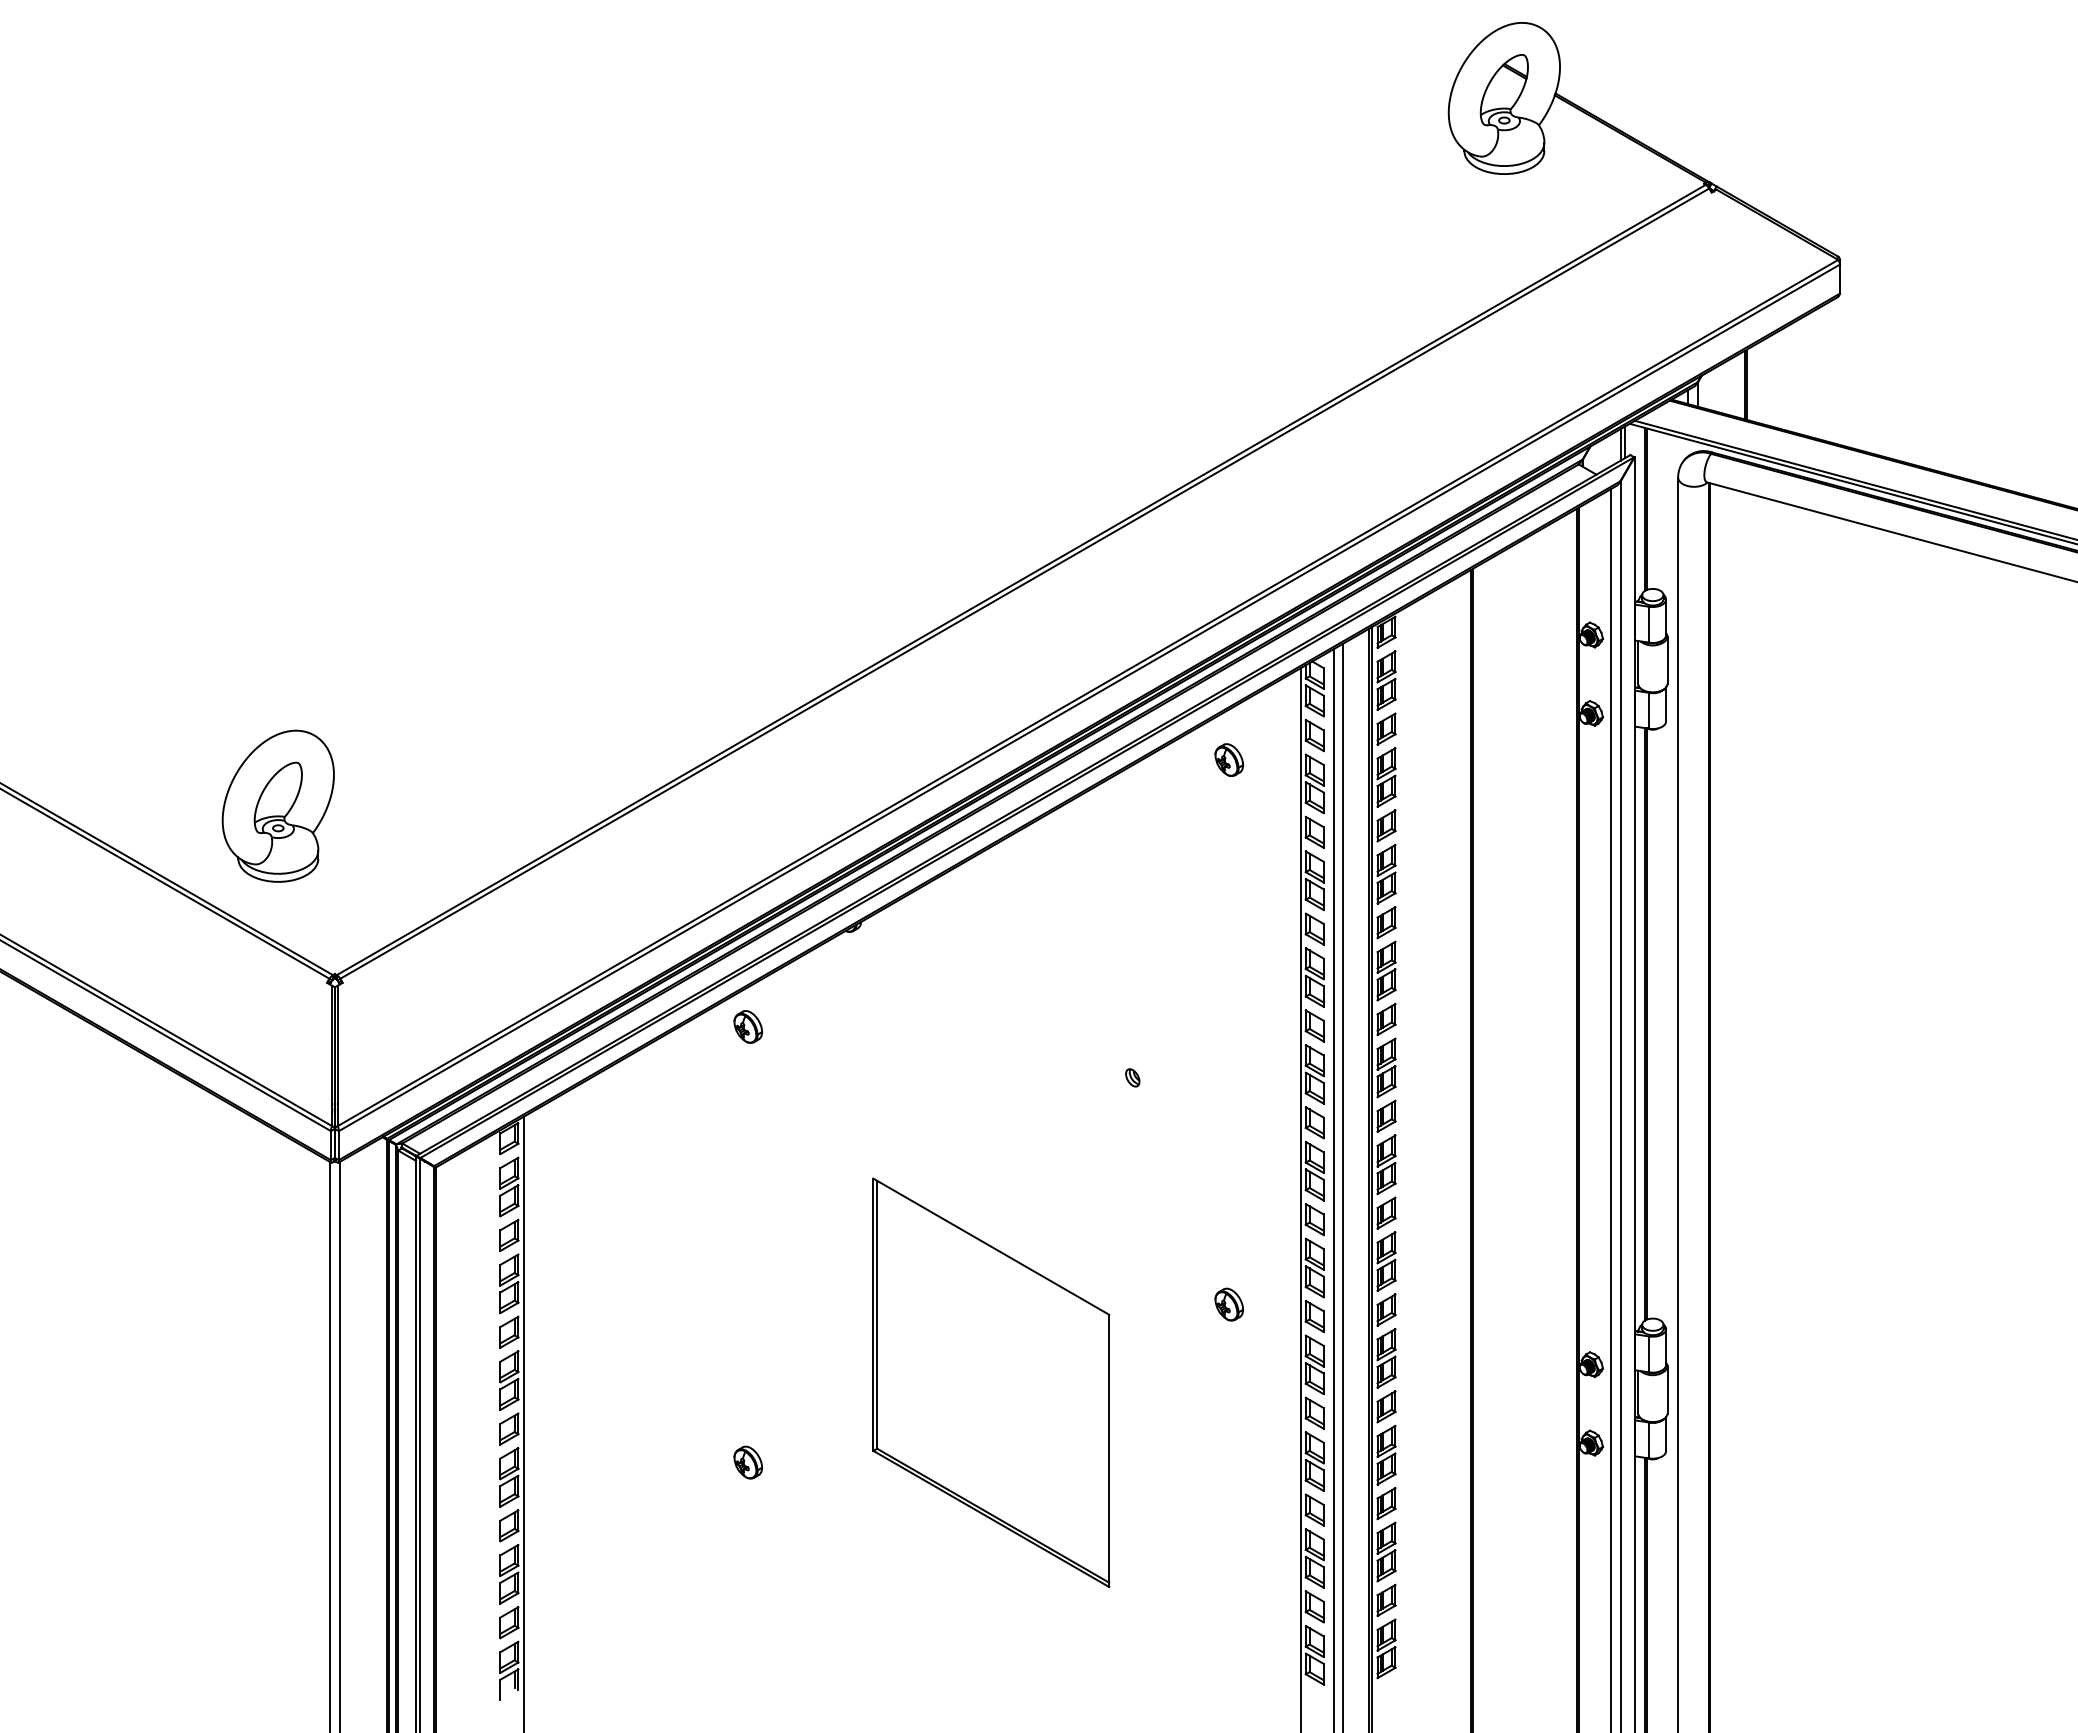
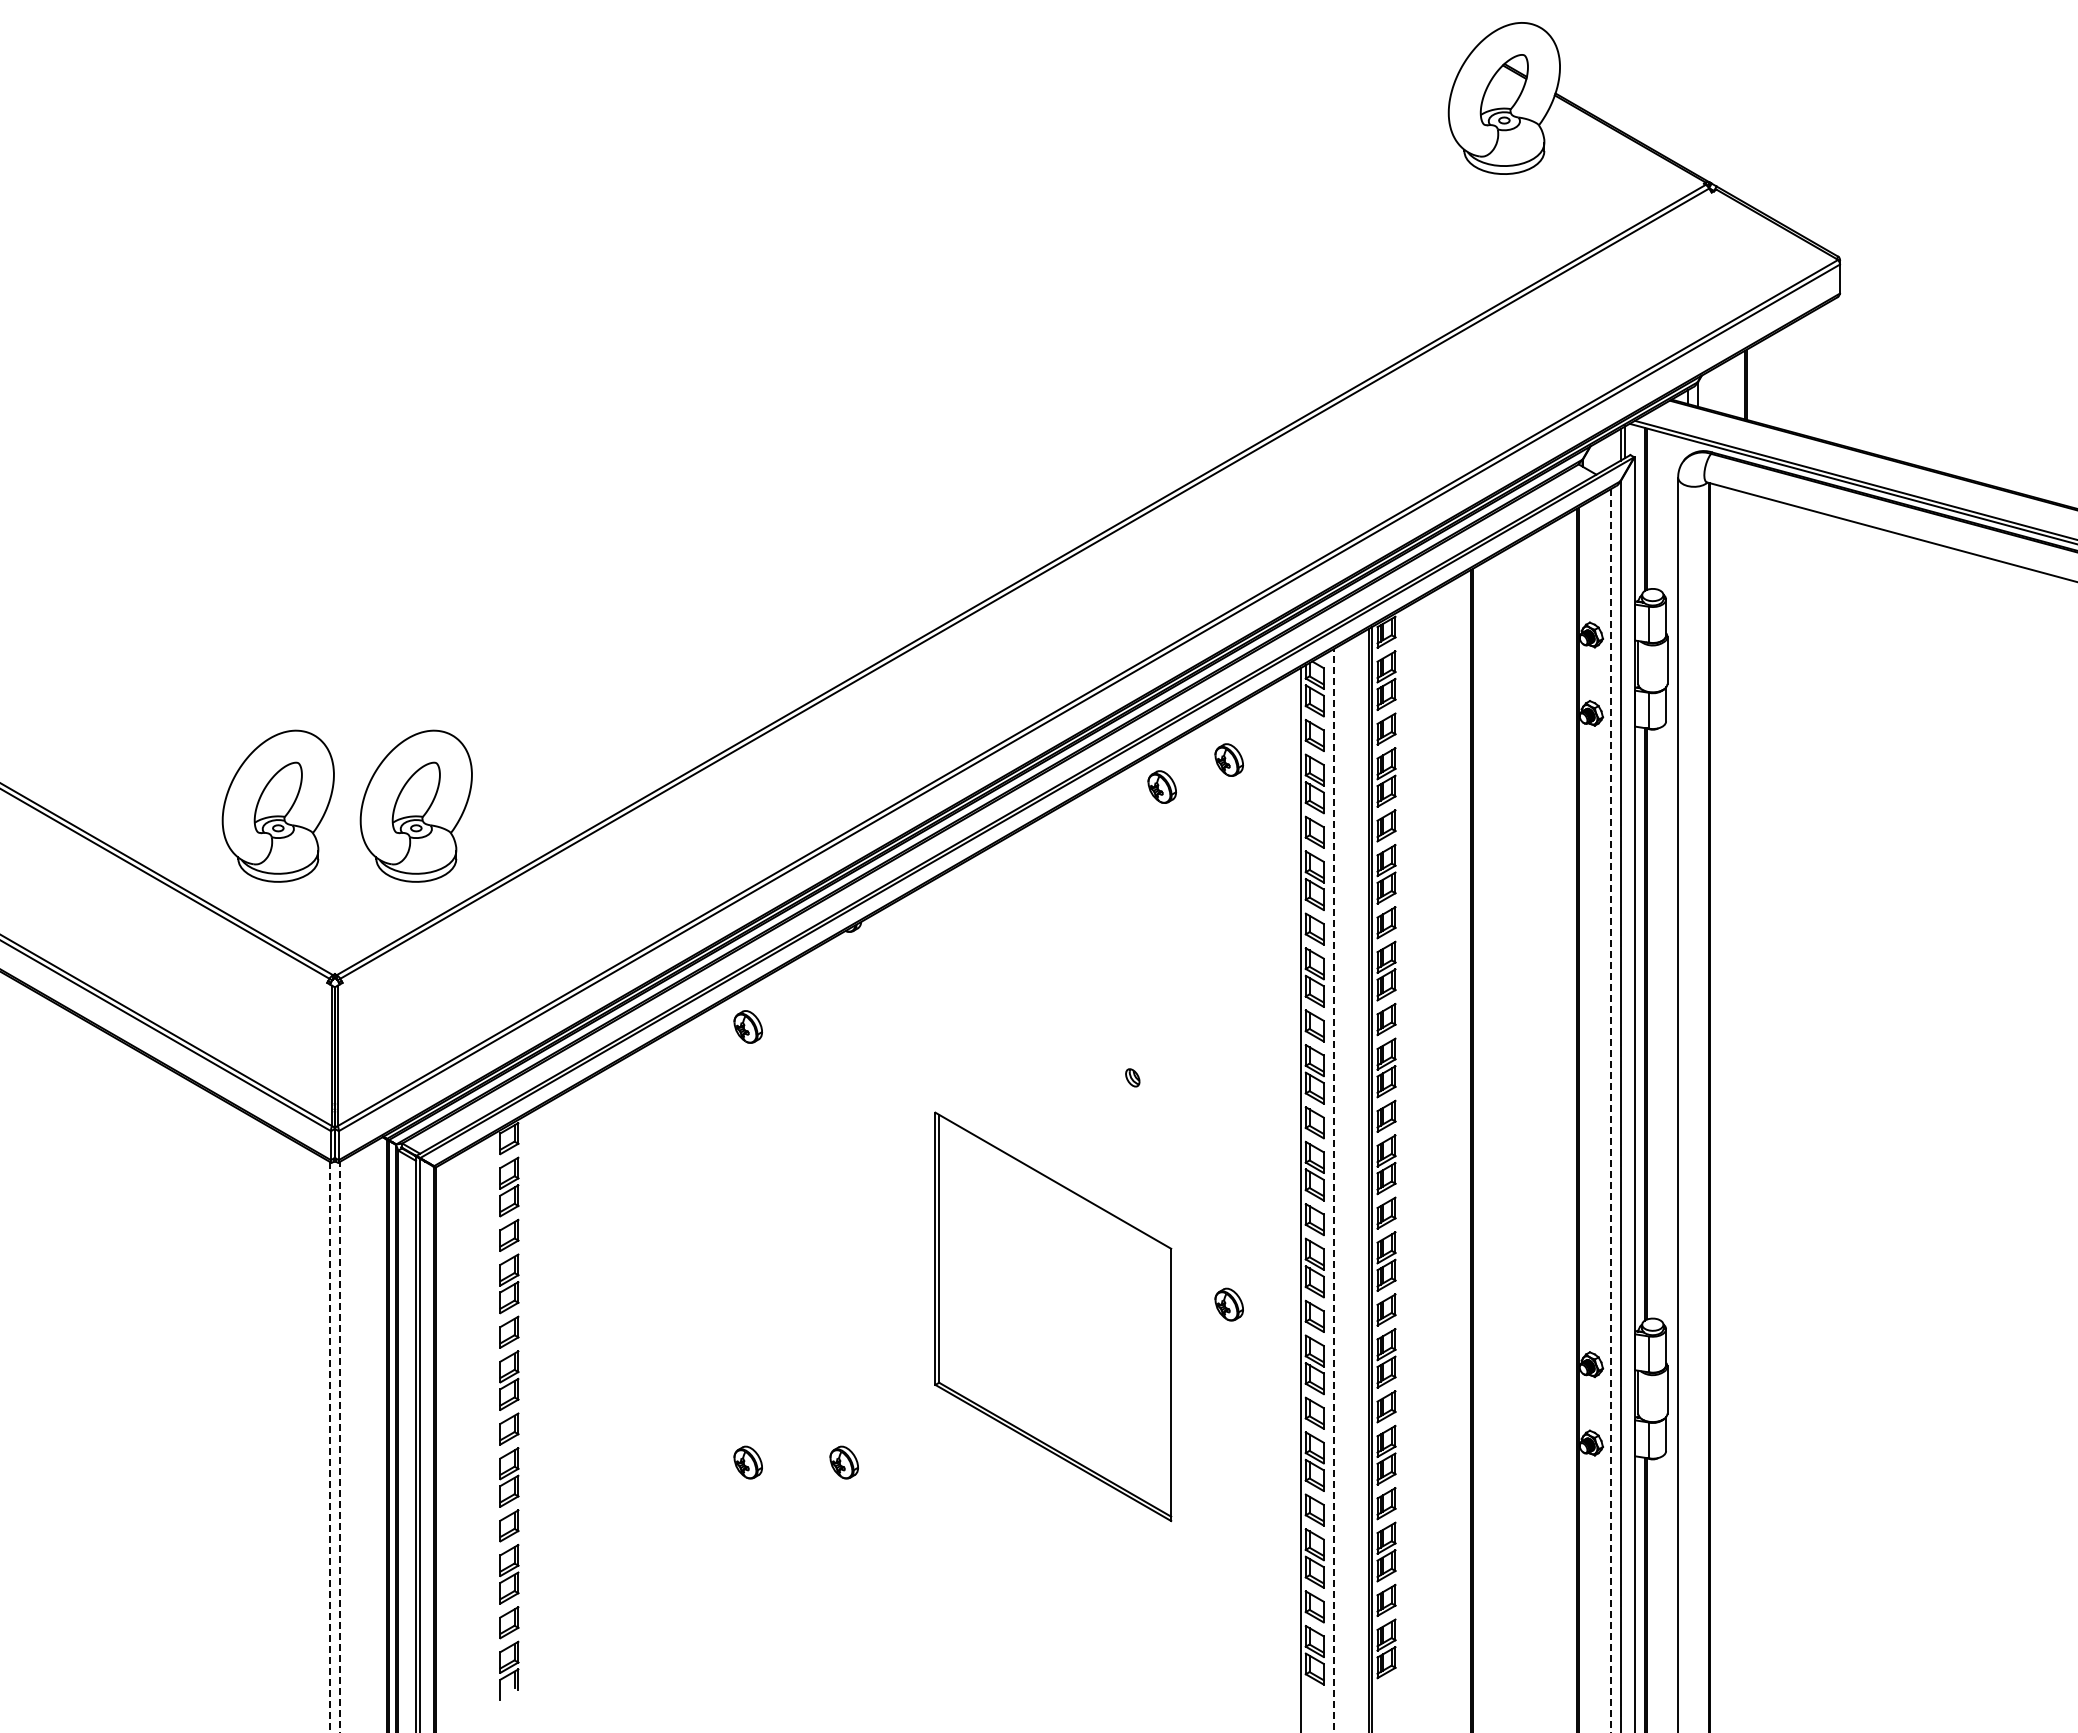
part at (1161, 786): none -> present
part at (415, 805): none -> present
line at (1610, 1111): solid -> dashed
line at (1343, 1186): present -> none
line at (1333, 1191): solid -> dashed
part at (991, 1382) position: (991, 1382) -> (1053, 1316)
line at (523, 1422): present -> none
line at (339, 1446): solid -> dashed
line at (330, 1447): solid -> dashed
part at (843, 1462): none -> present
